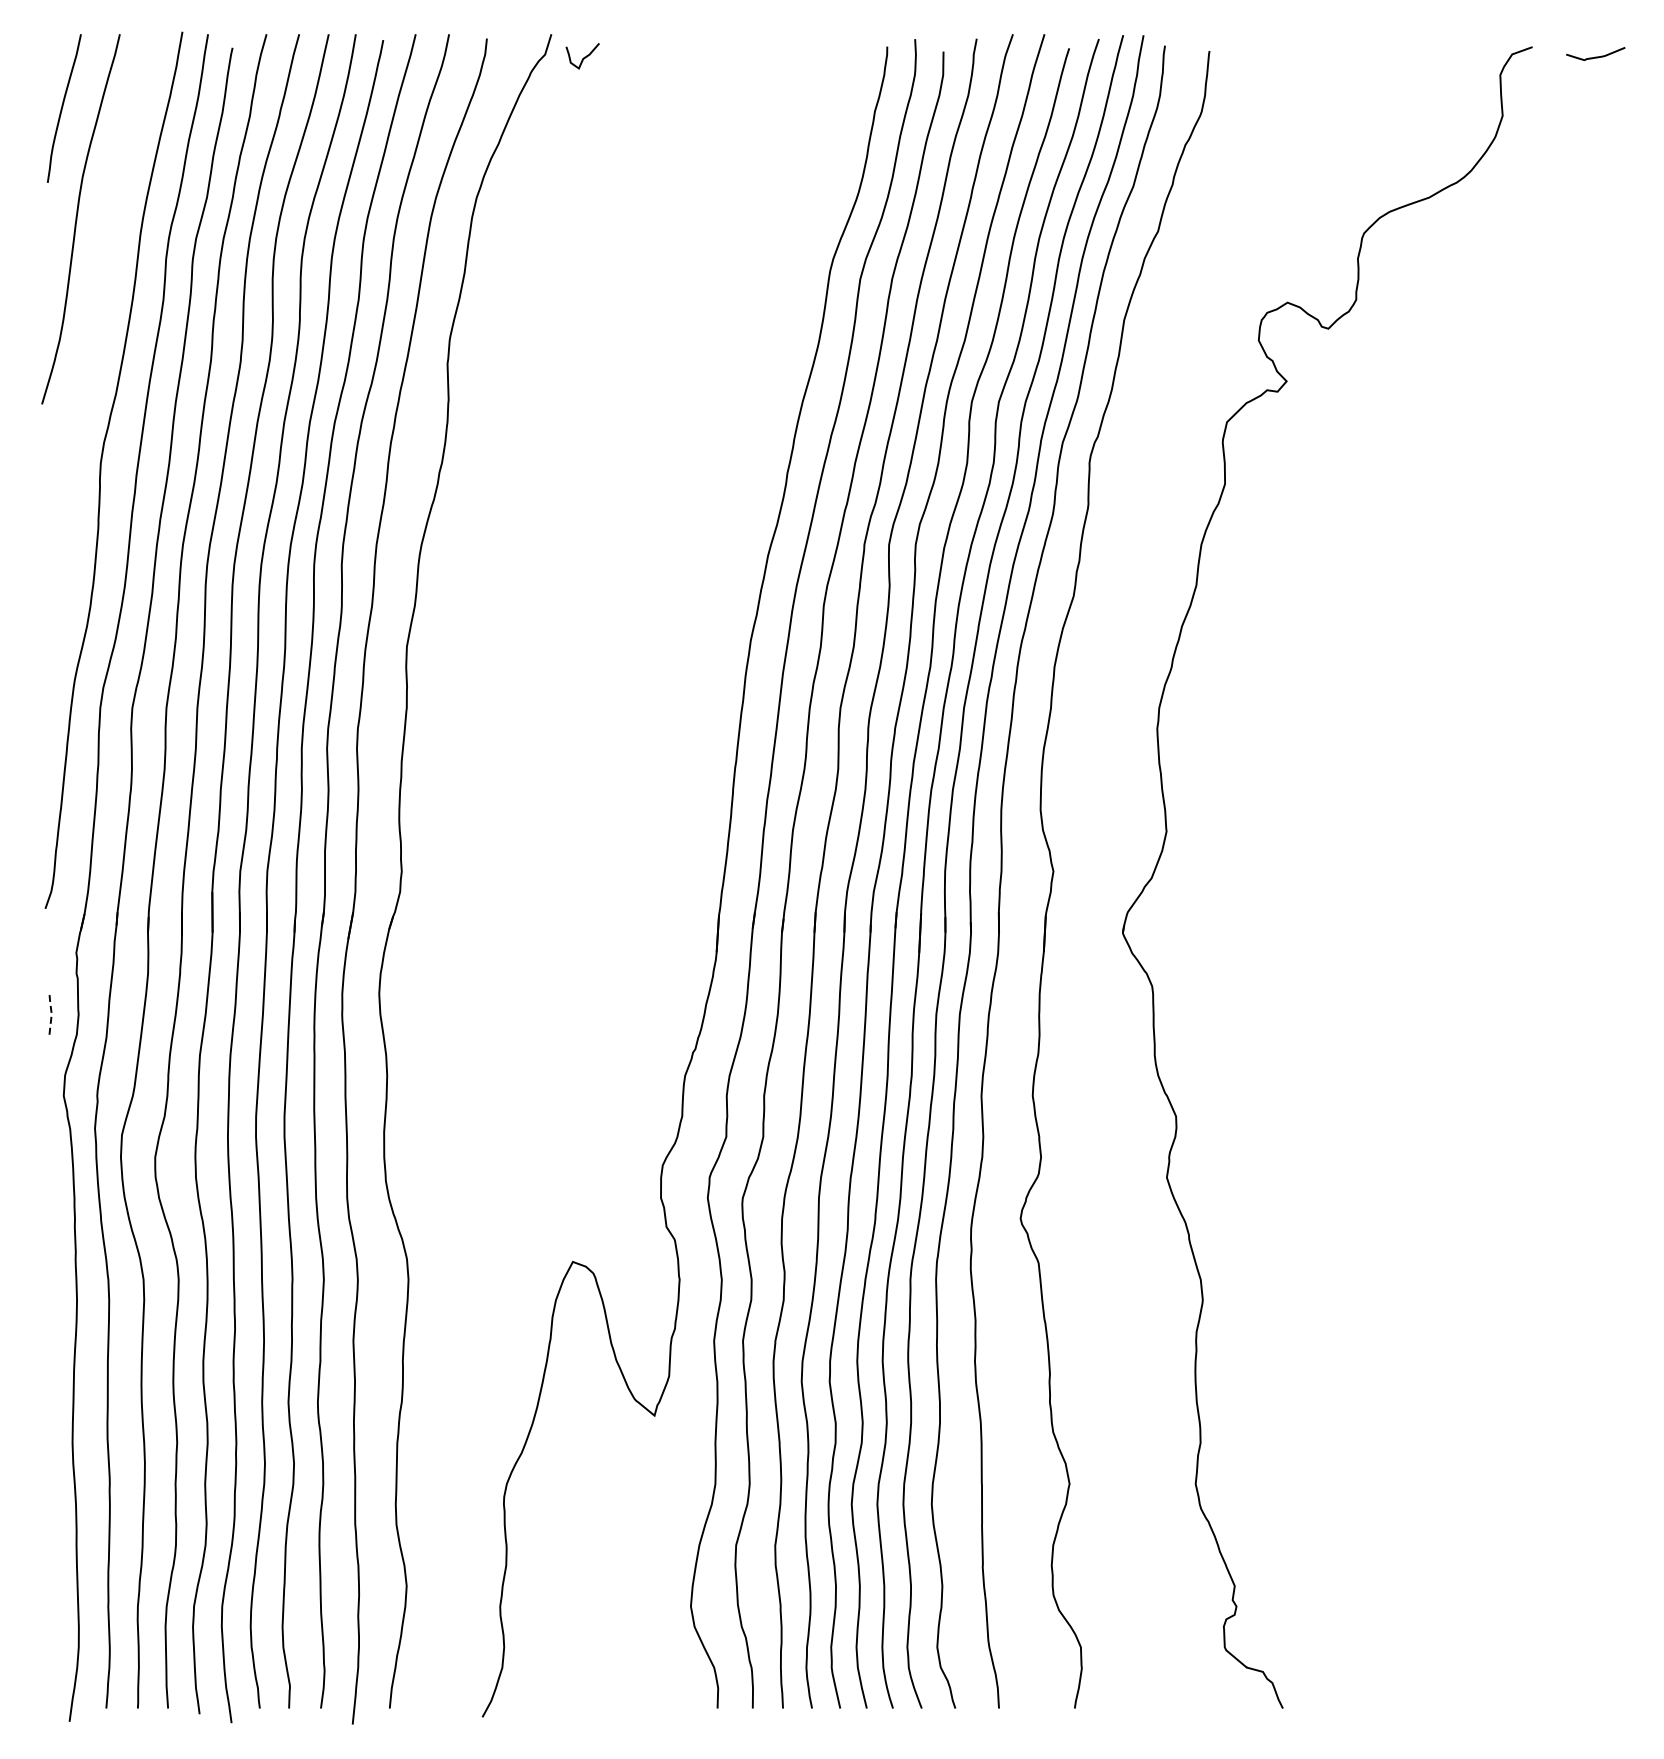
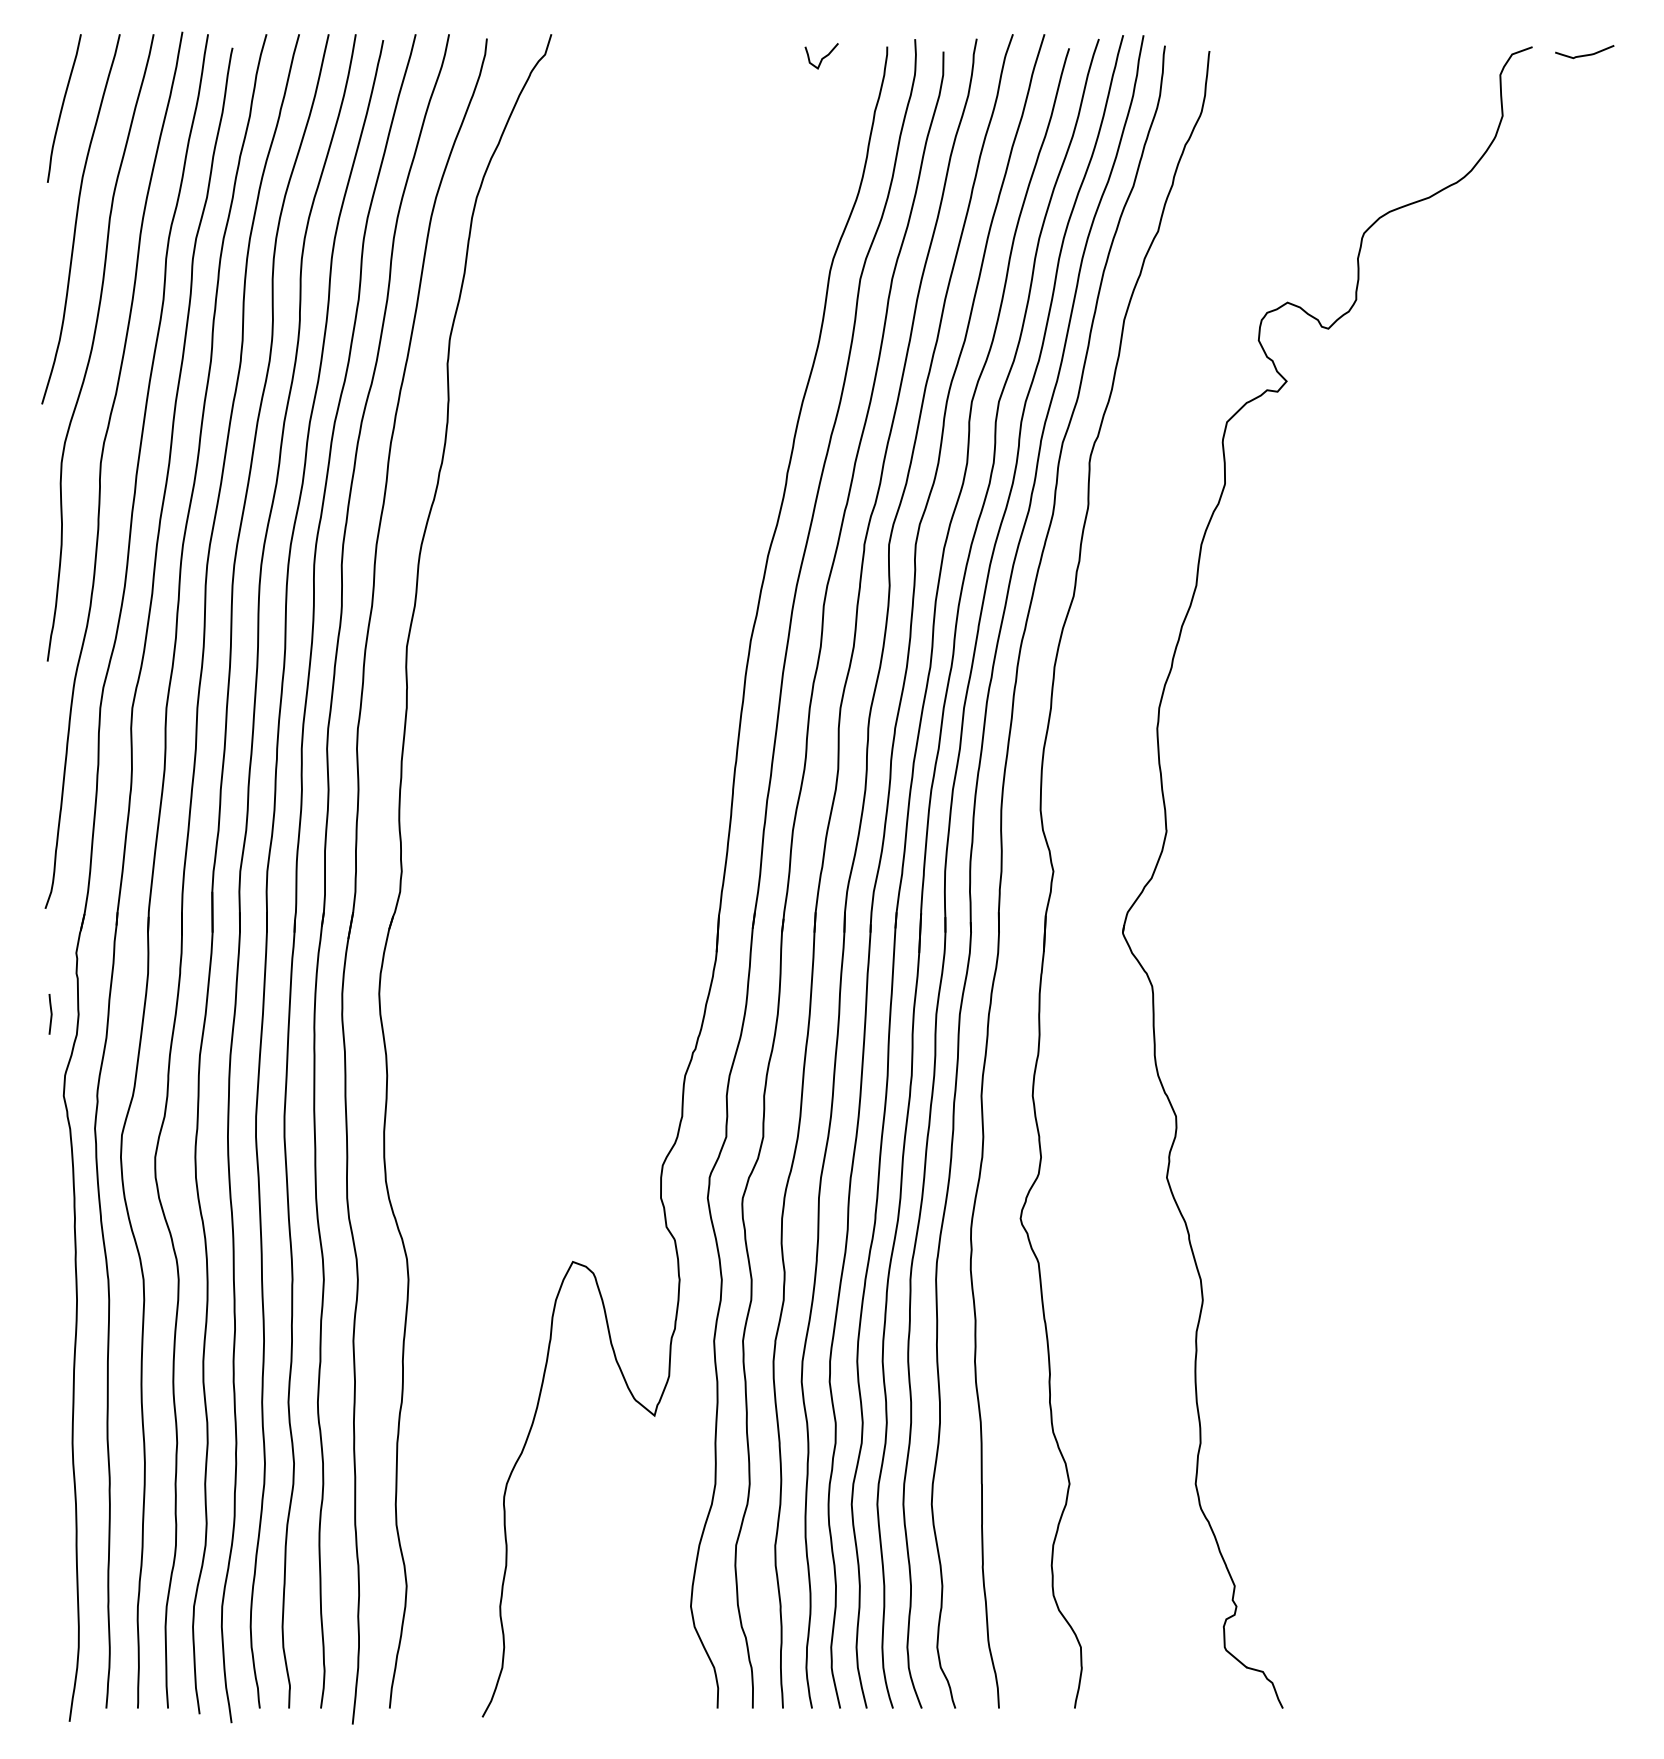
curve at (1595, 56) position: (1595, 56) -> (1584, 54)
curve at (583, 57) position: (583, 57) -> (822, 57)
curve at (93, 346): none -> present
line at (51, 1013): dashed -> solid
